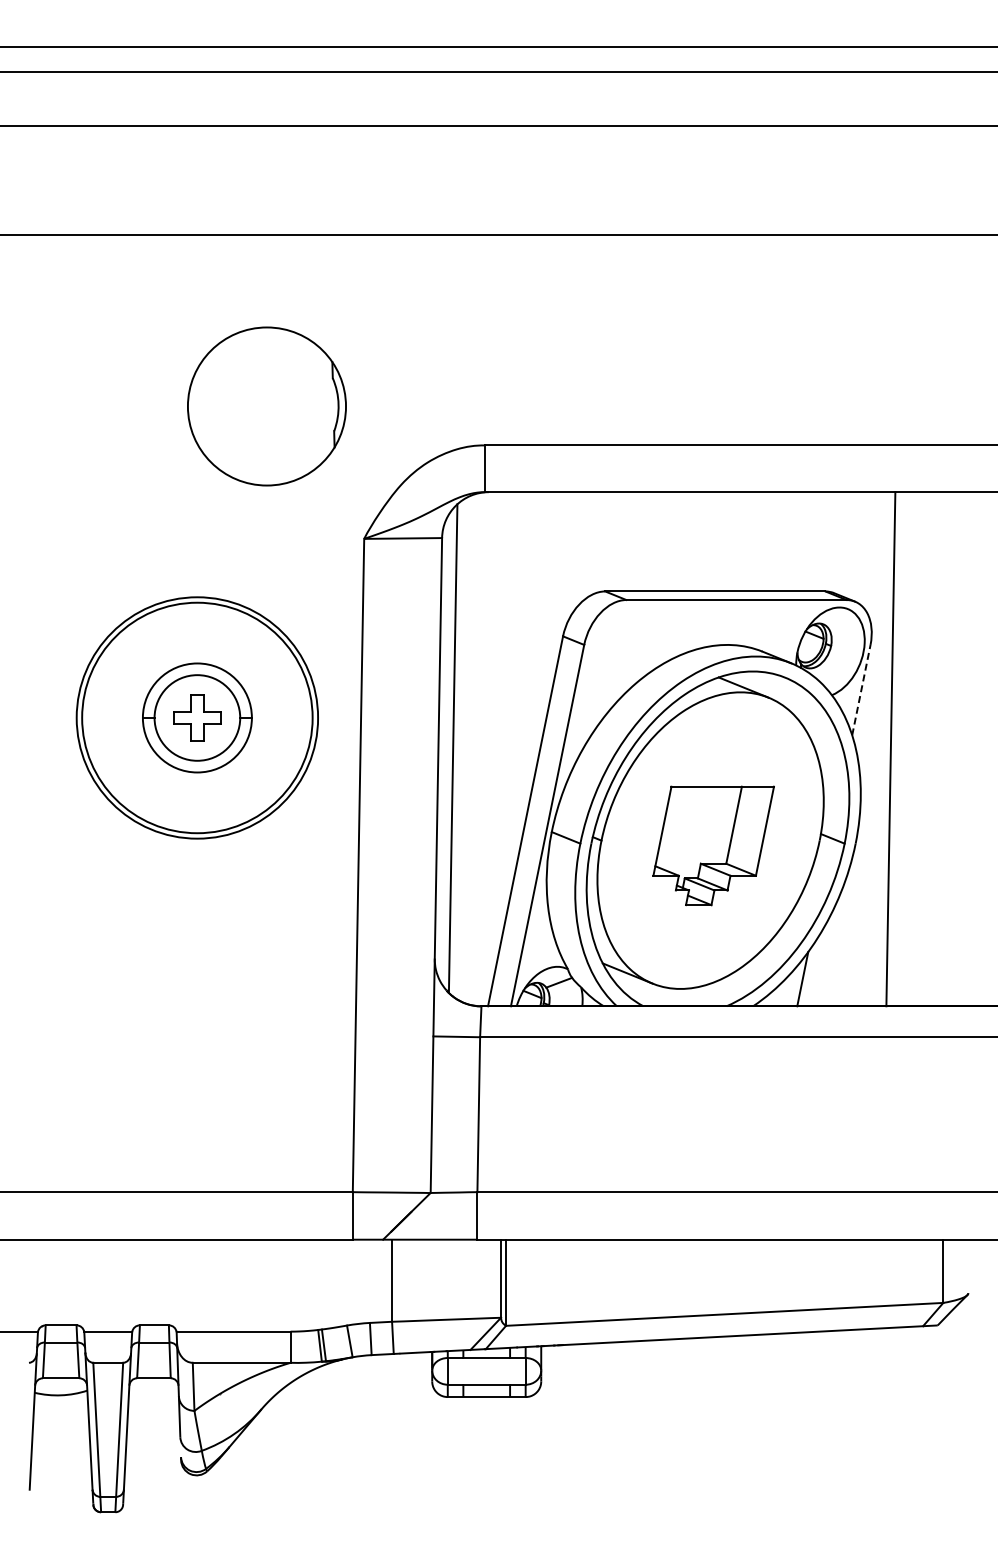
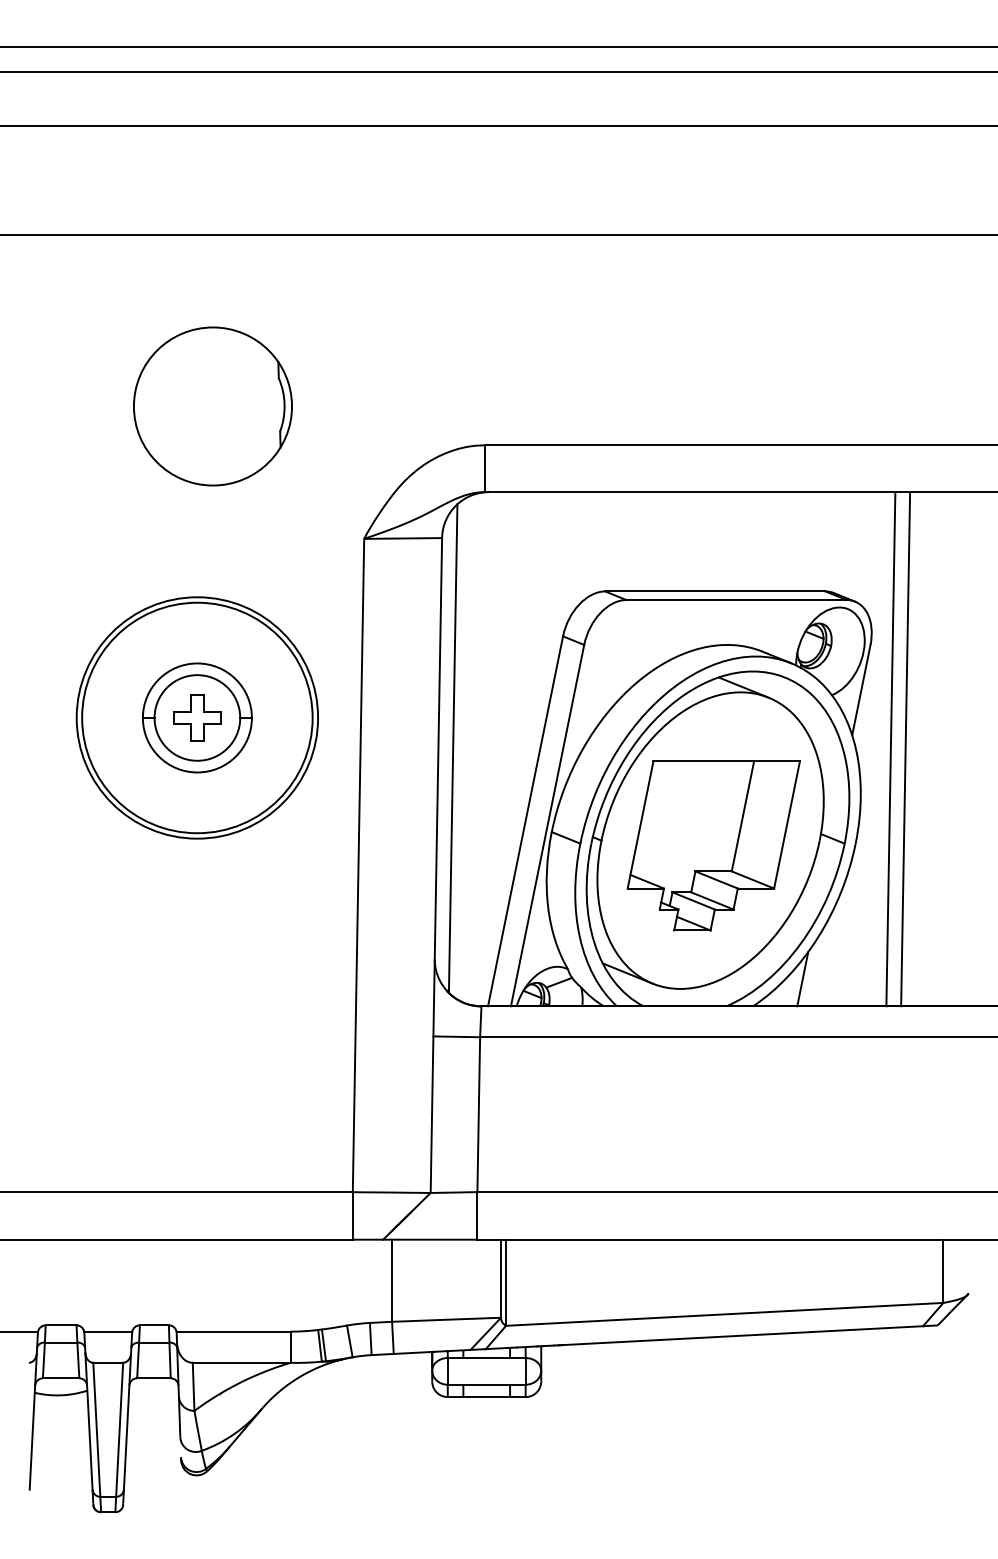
part at (266, 406) position: (266, 406) -> (212, 406)
line at (861, 689): dashed -> solid
line at (905, 749): none -> present
part at (713, 845) size: 123x122 px -> 175x172 px
